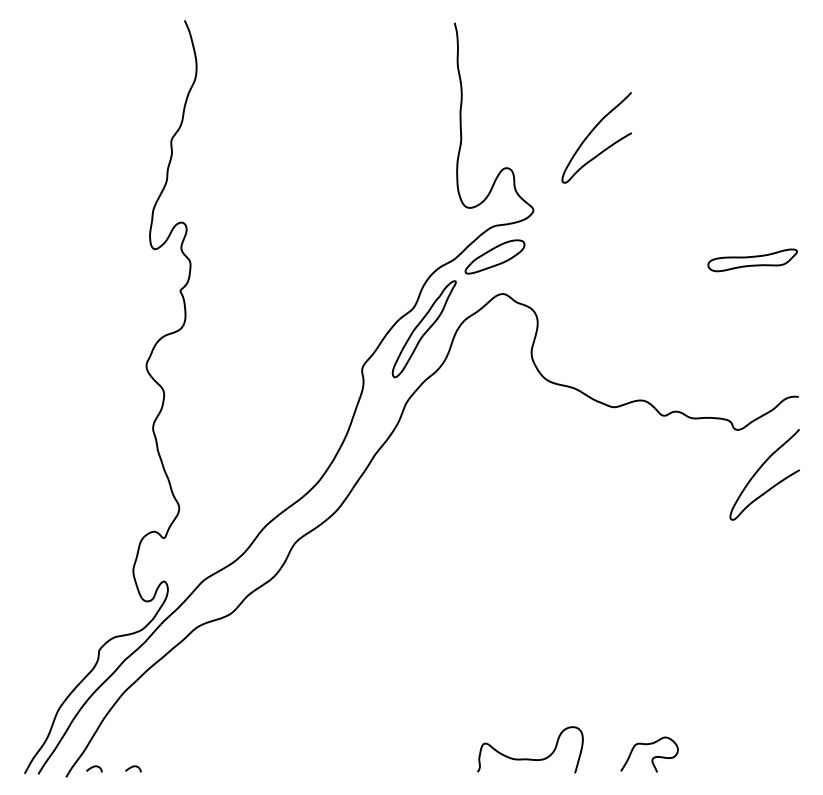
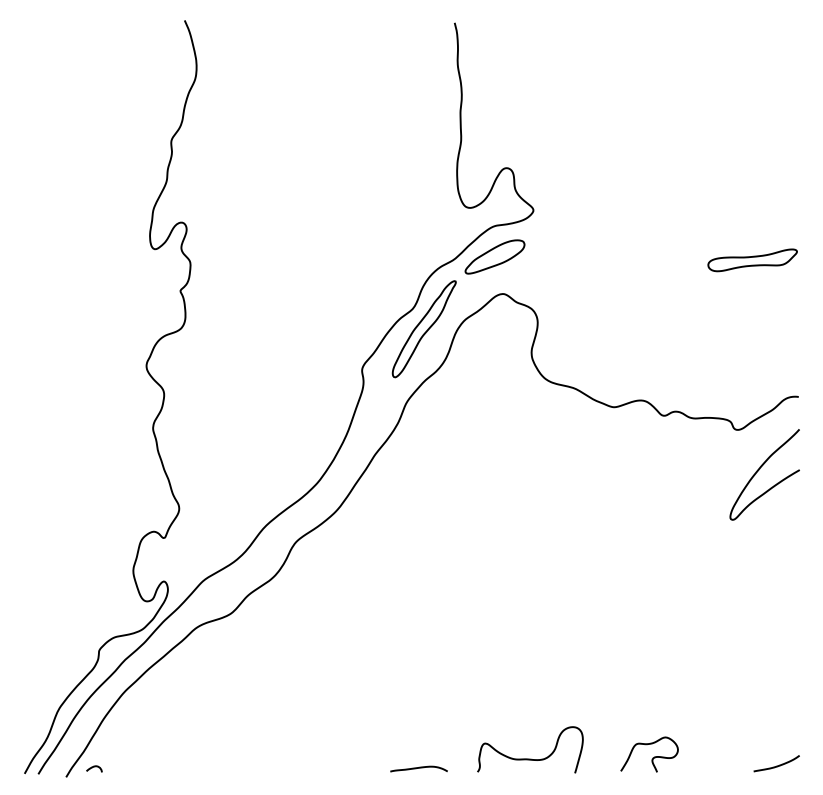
curve at (591, 133): present -> none
curve at (776, 765): none -> present
curve at (133, 767): present -> none
curve at (418, 768): none -> present
